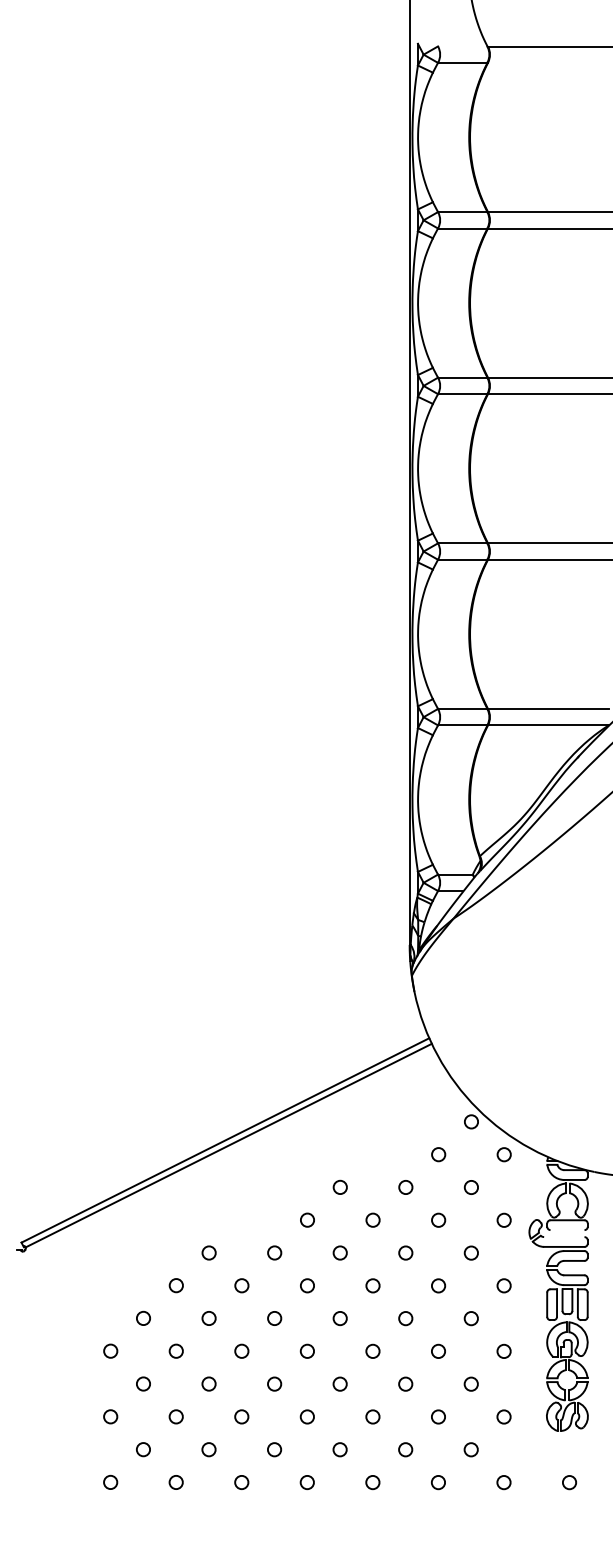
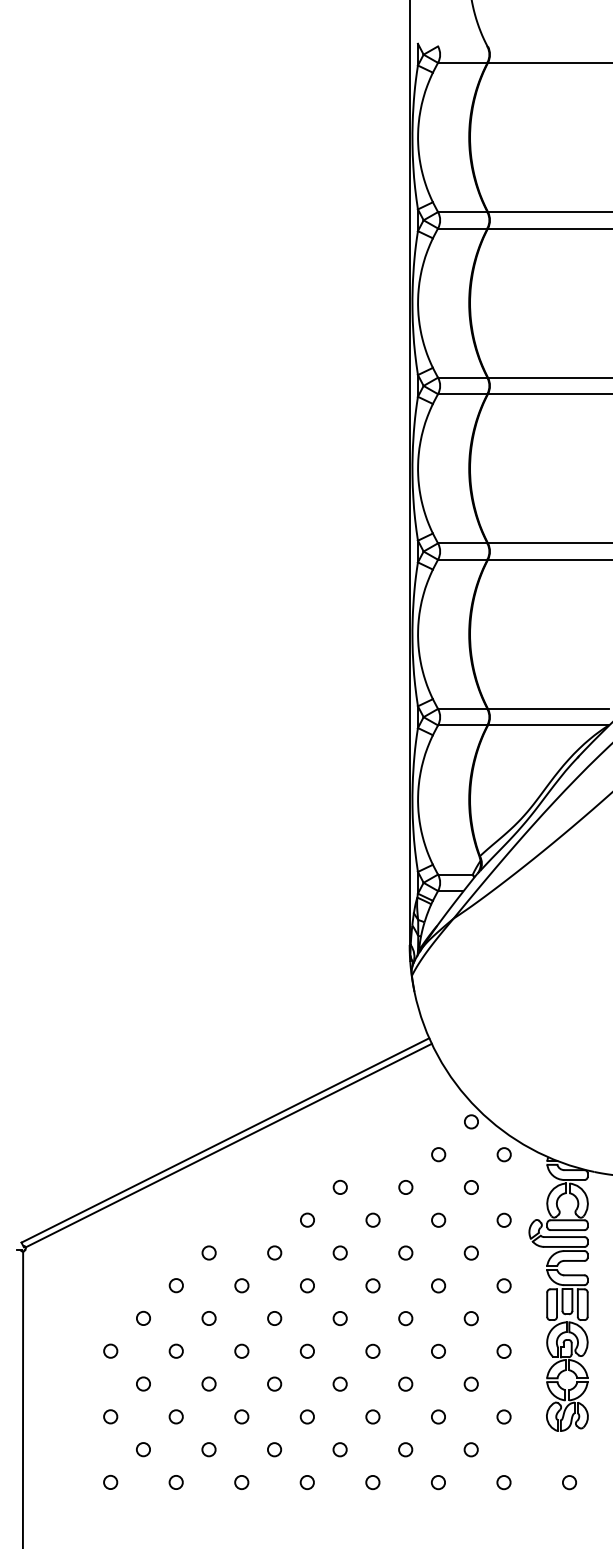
line at (548, 46) position: (548, 46) -> (548, 62)
line at (567, 1230): none -> present
line at (564, 1237): none -> present
line at (22, 1398): none -> present
